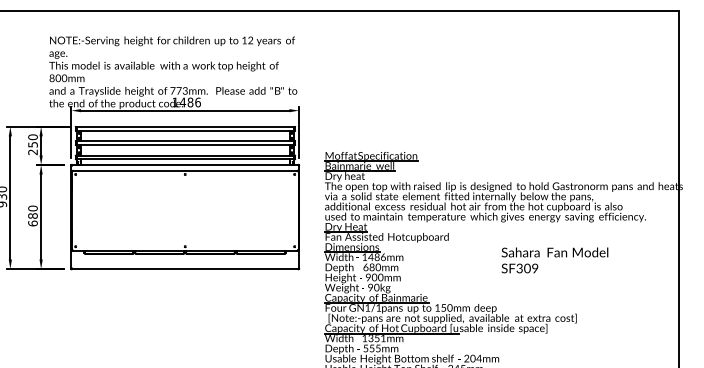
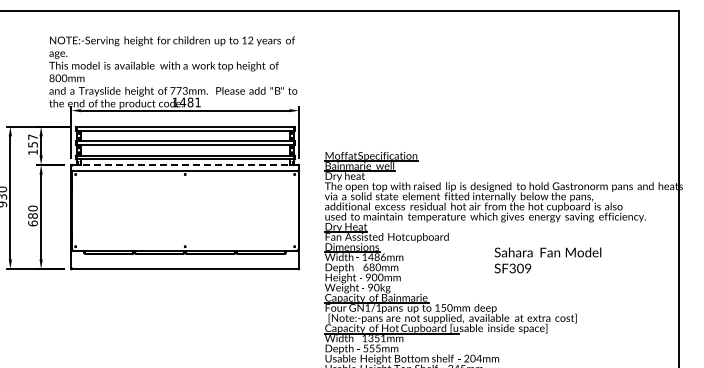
text at (197, 102): 1486 -> 1481
text at (32, 144): 250 -> 157
line at (185, 165): solid -> dashed
text at (554, 260) position: (554, 260) -> (547, 260)
